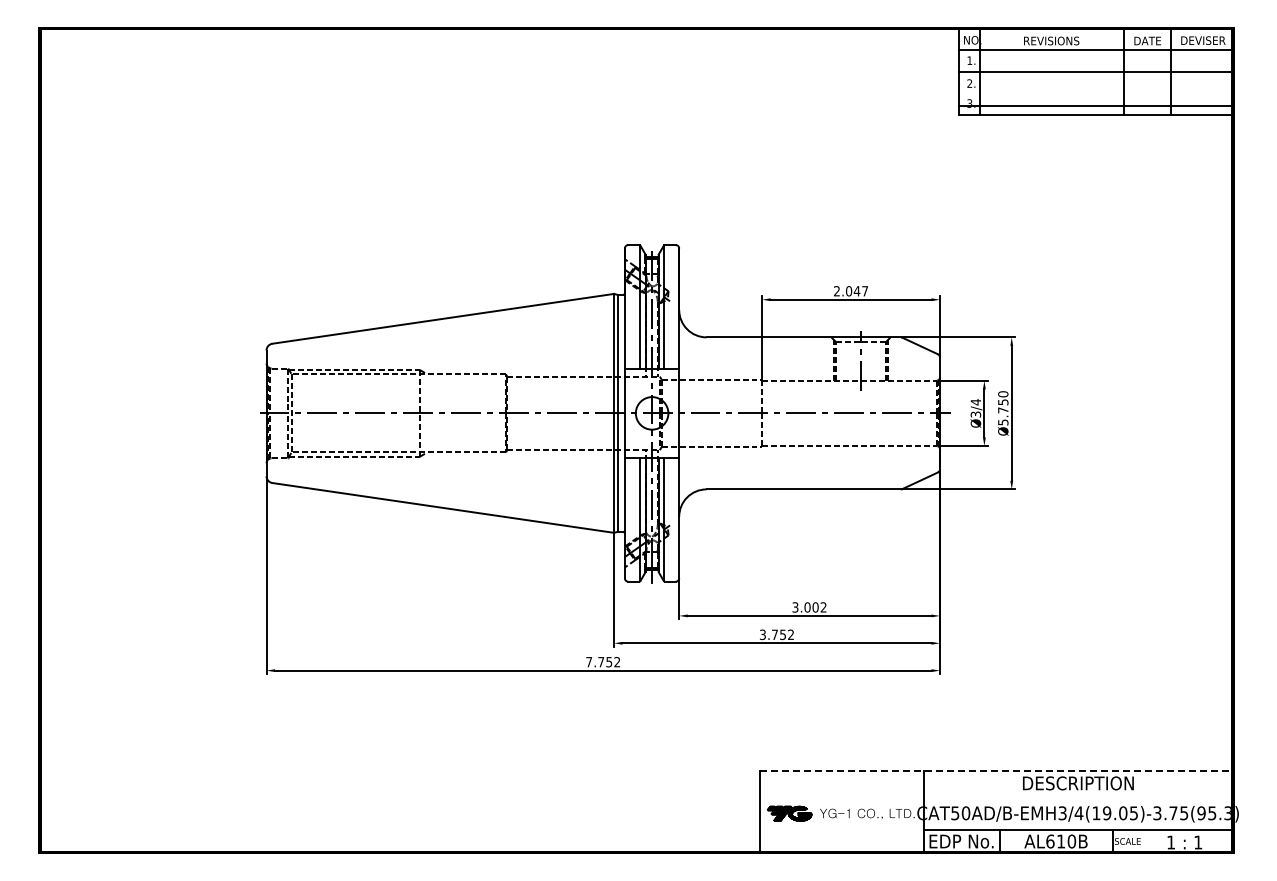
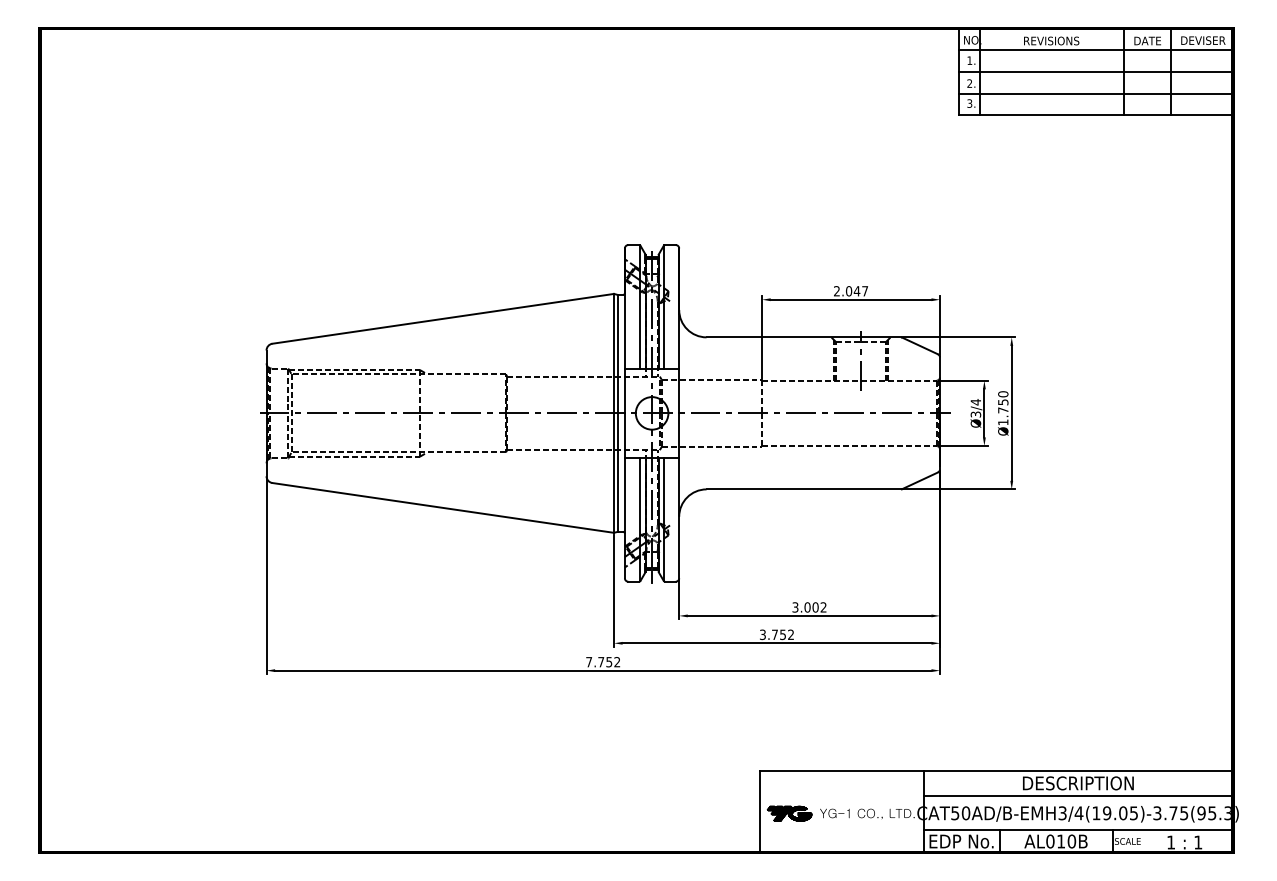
line at (1096, 106) position: (1096, 106) -> (1096, 94)
text at (1003, 422): Ø5.750 -> Ø1.750
line at (996, 770): dashed -> solid
line at (1078, 796): none -> present
text at (1050, 841): AL610B -> AL010B
